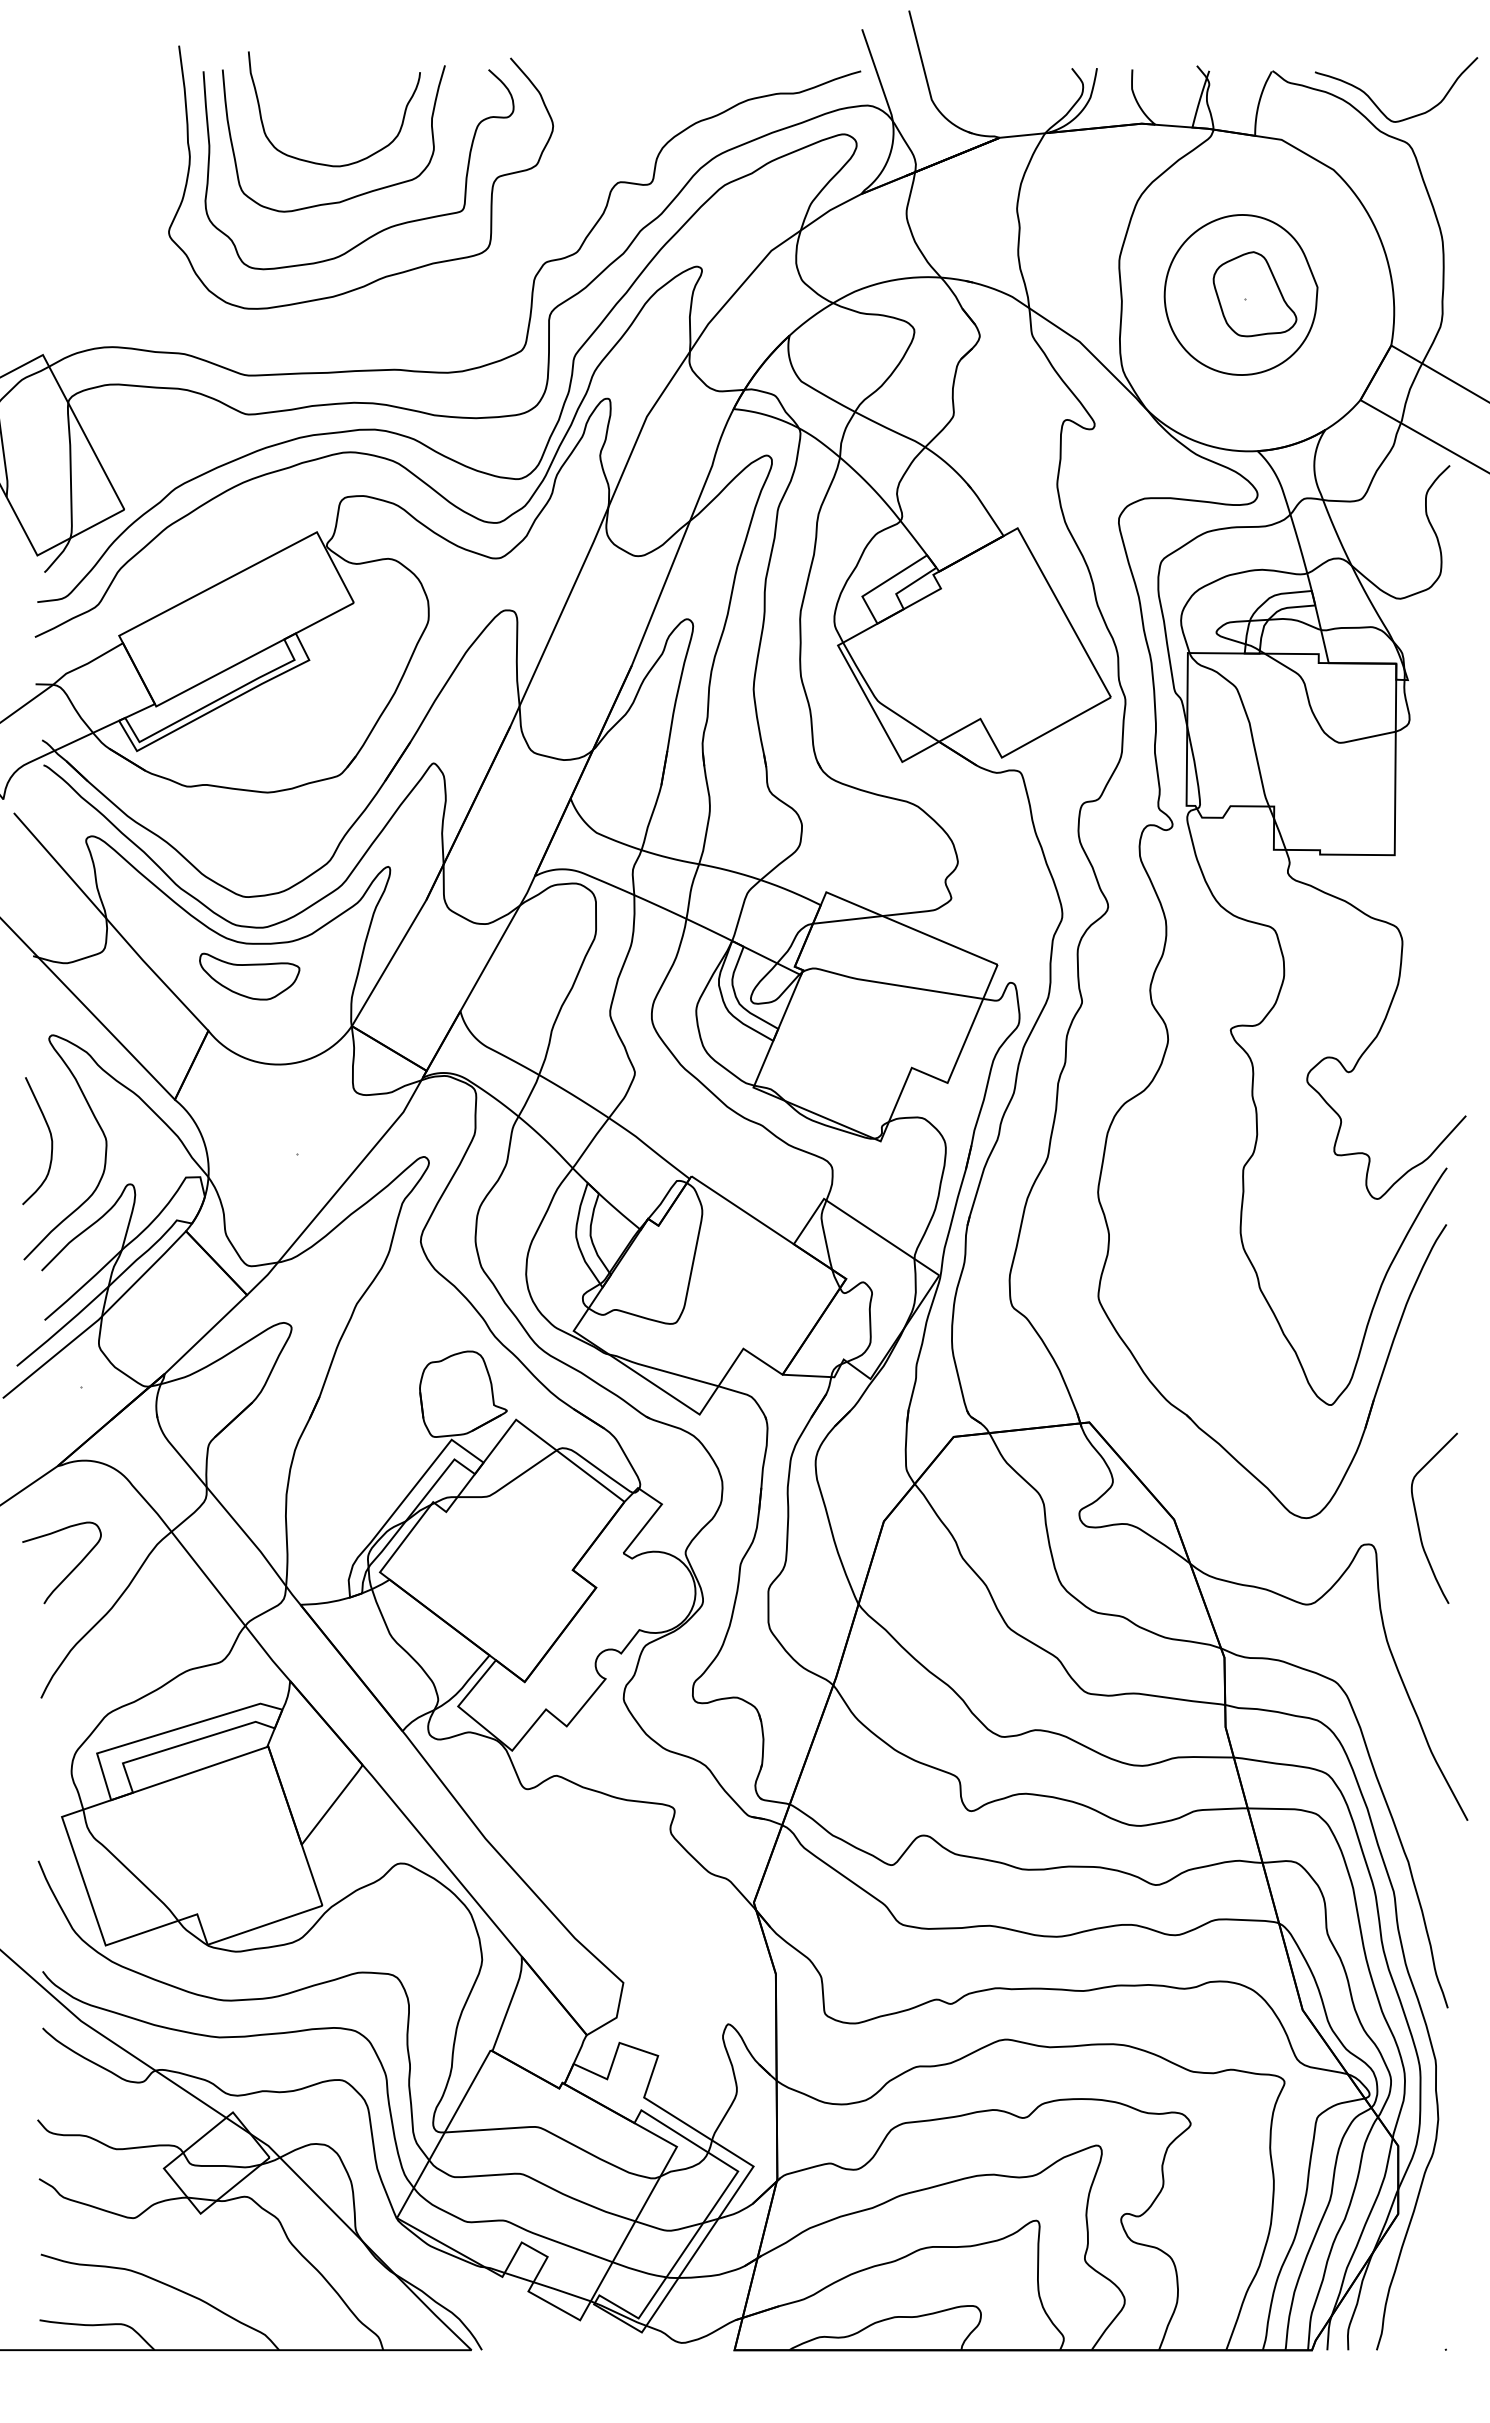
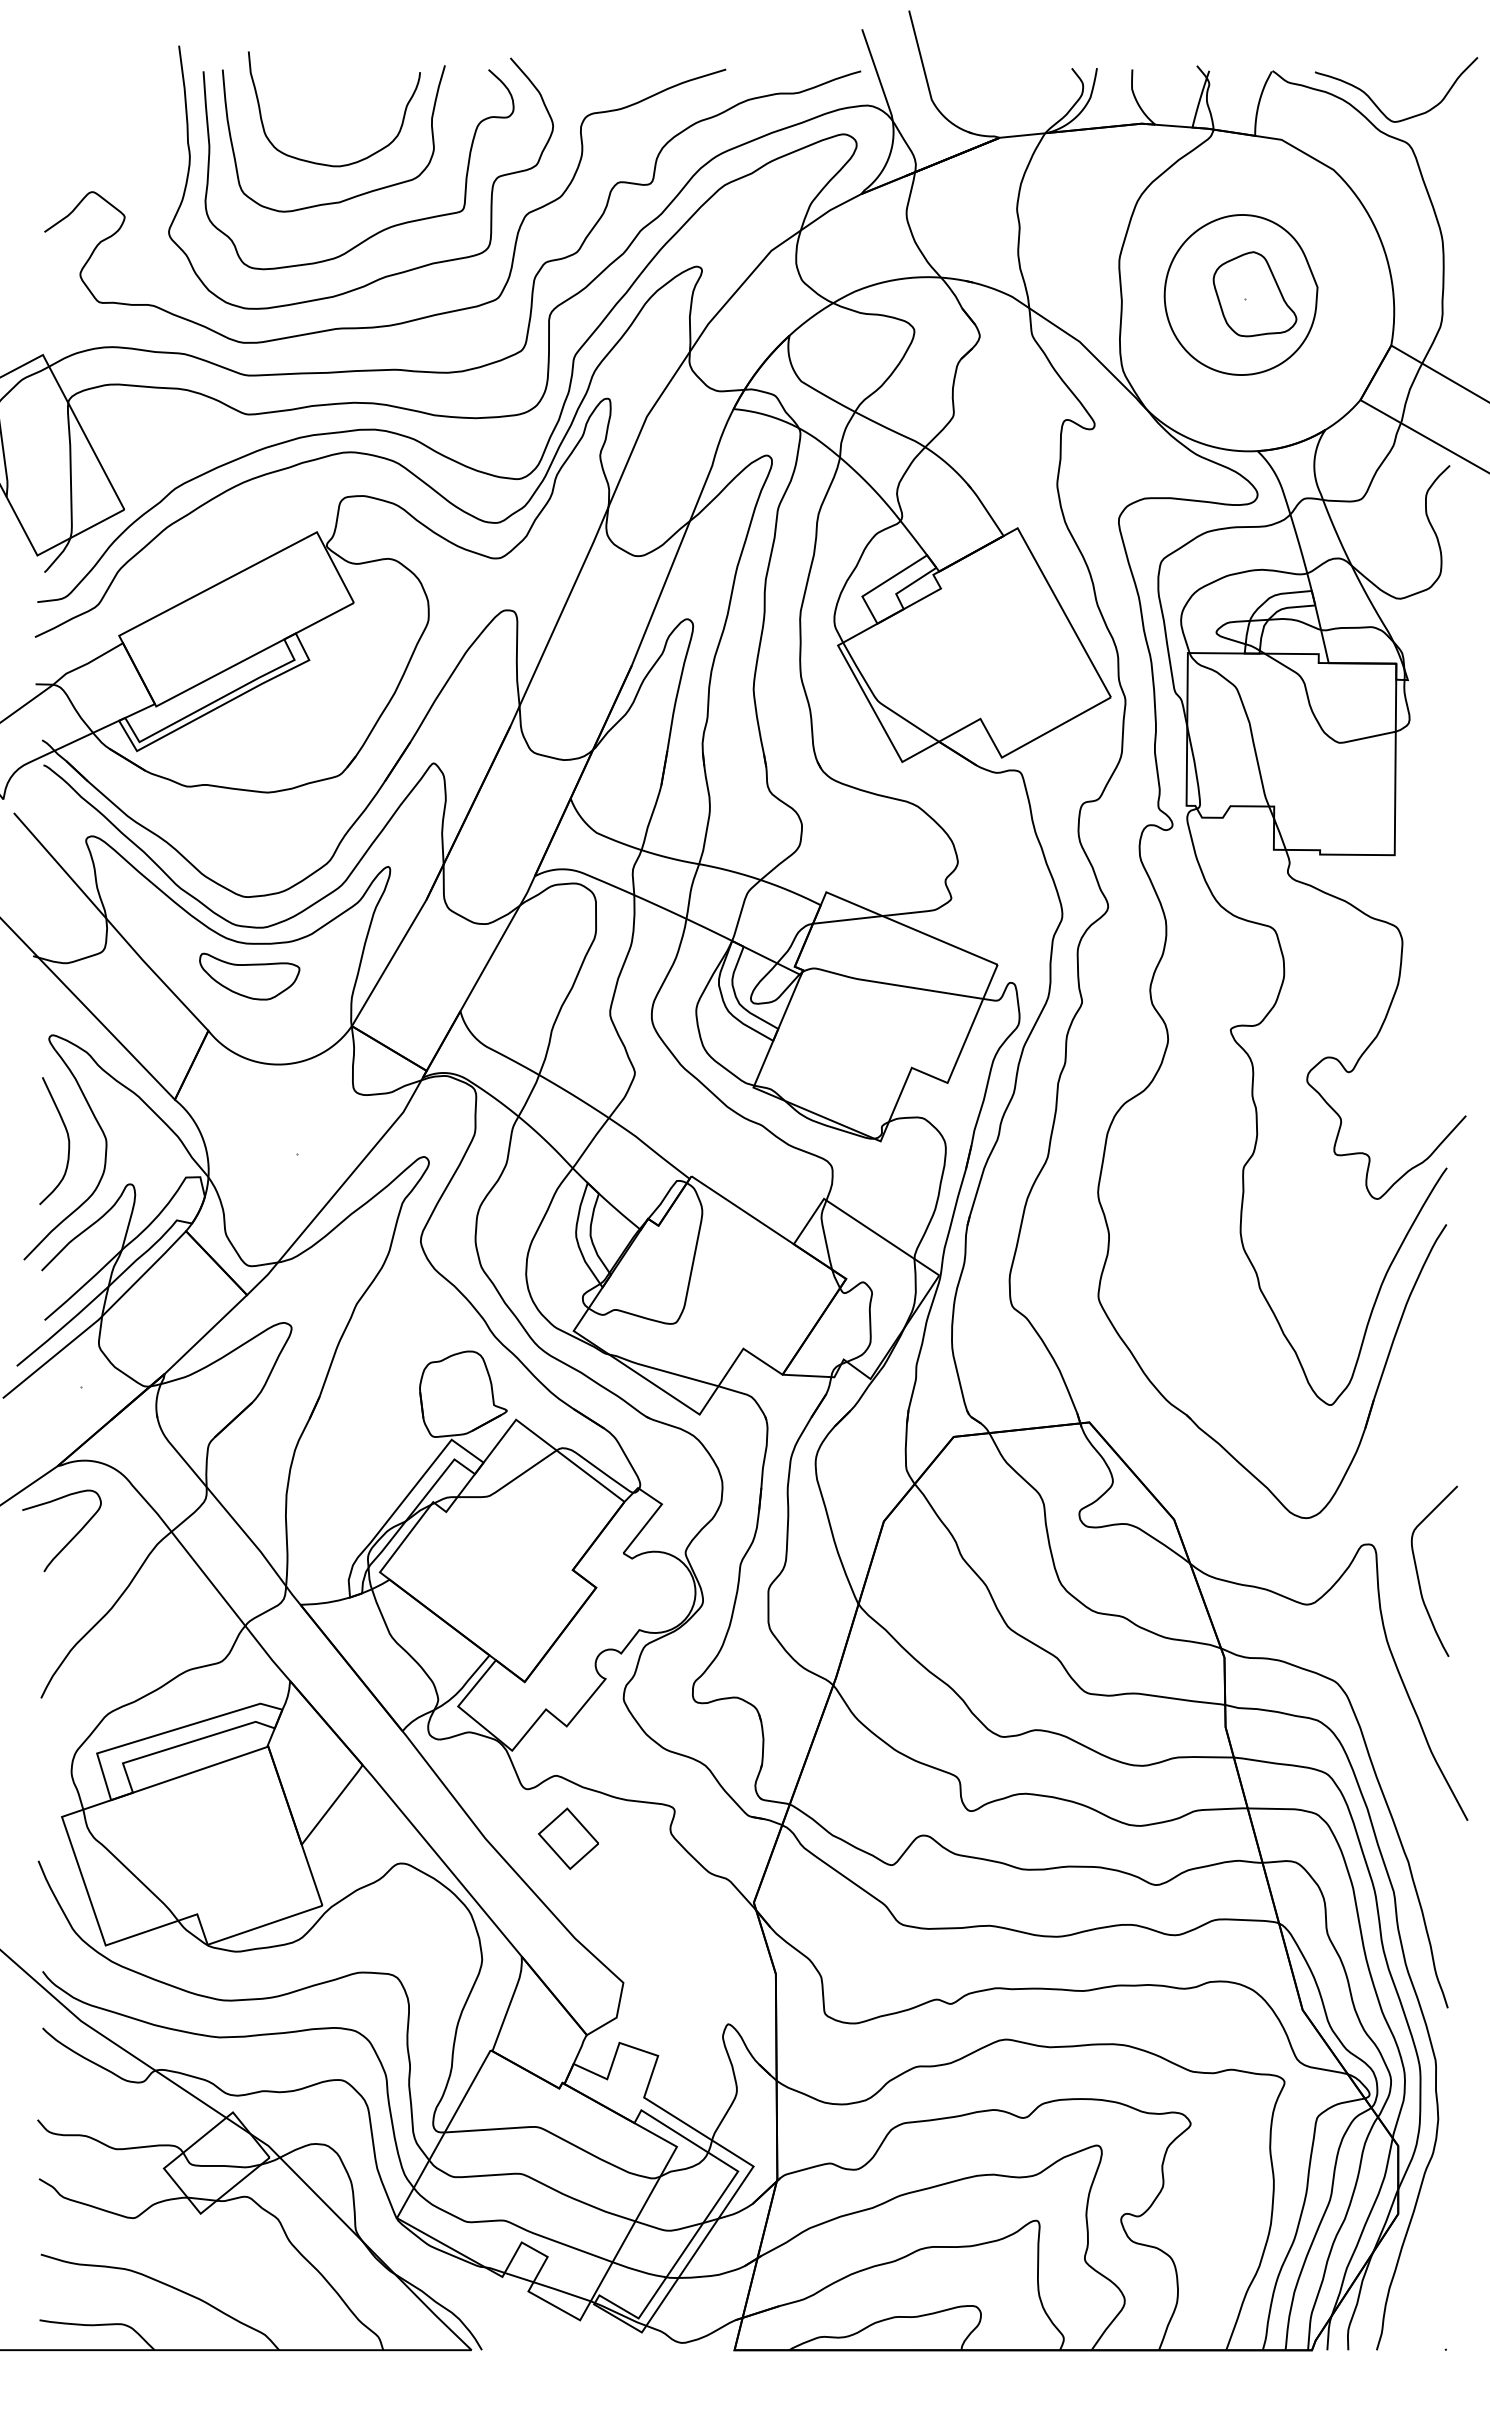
curve at (412, 319): none -> present
curve at (50, 1138) position: (50, 1138) -> (67, 1138)
curve at (1418, 1520) position: (1418, 1520) -> (1418, 1573)
curve at (70, 1571) position: (70, 1571) -> (70, 1539)
part at (568, 1838): none -> present
